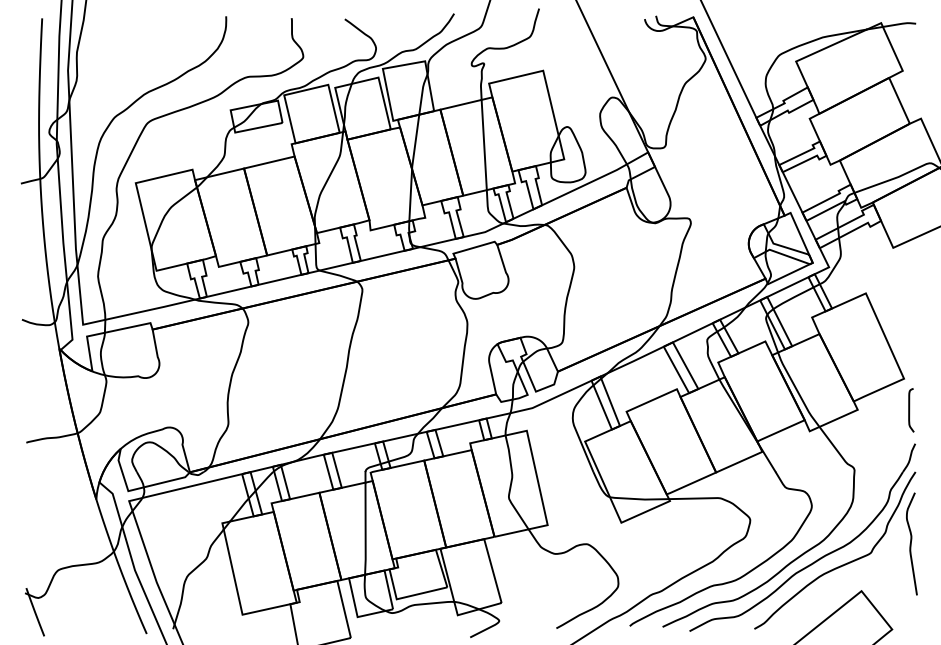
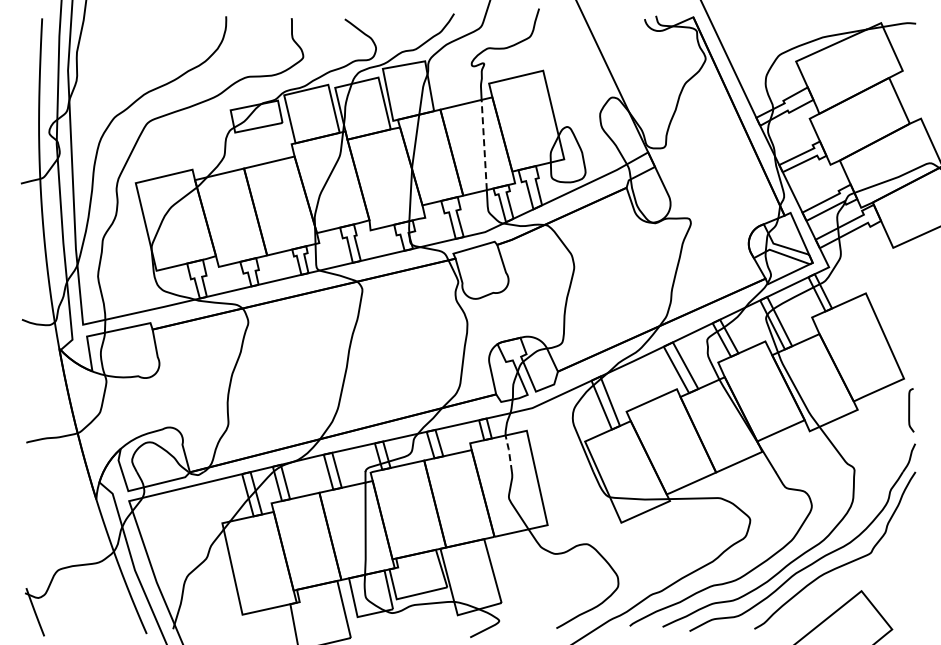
line at (484, 144): solid -> dashed
line at (509, 452): solid -> dashed
curve at (911, 543): present -> none
